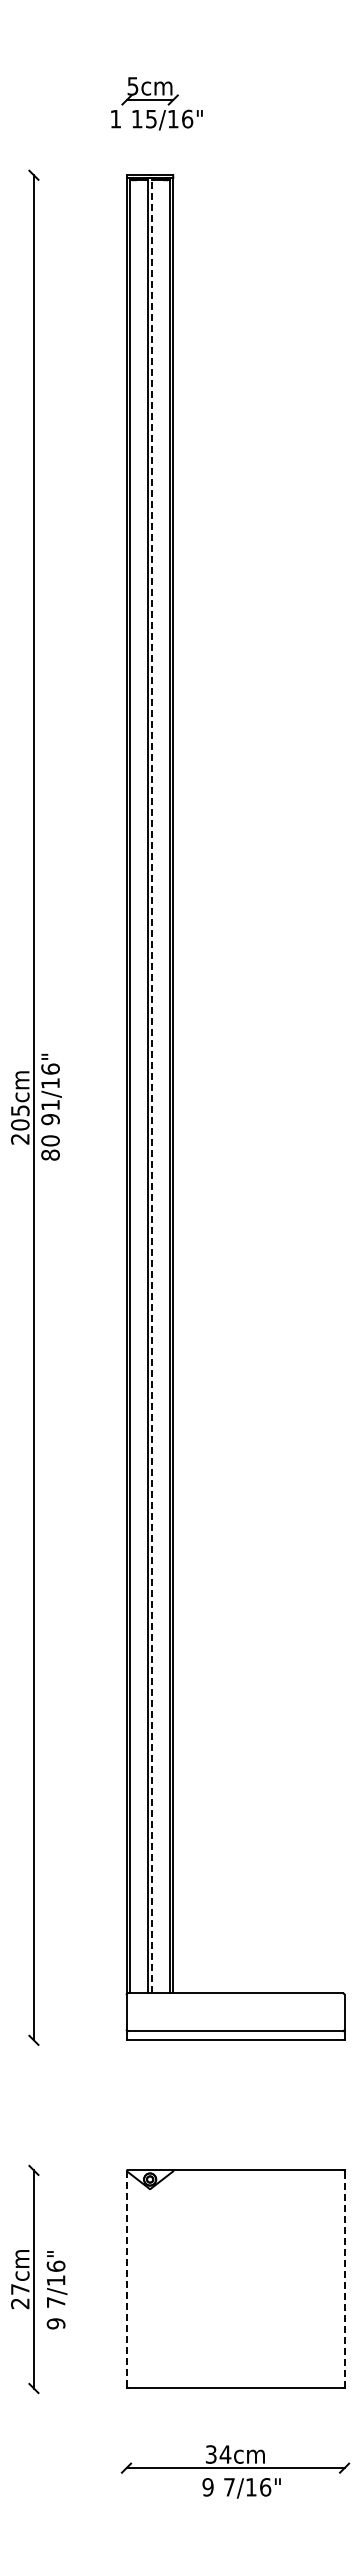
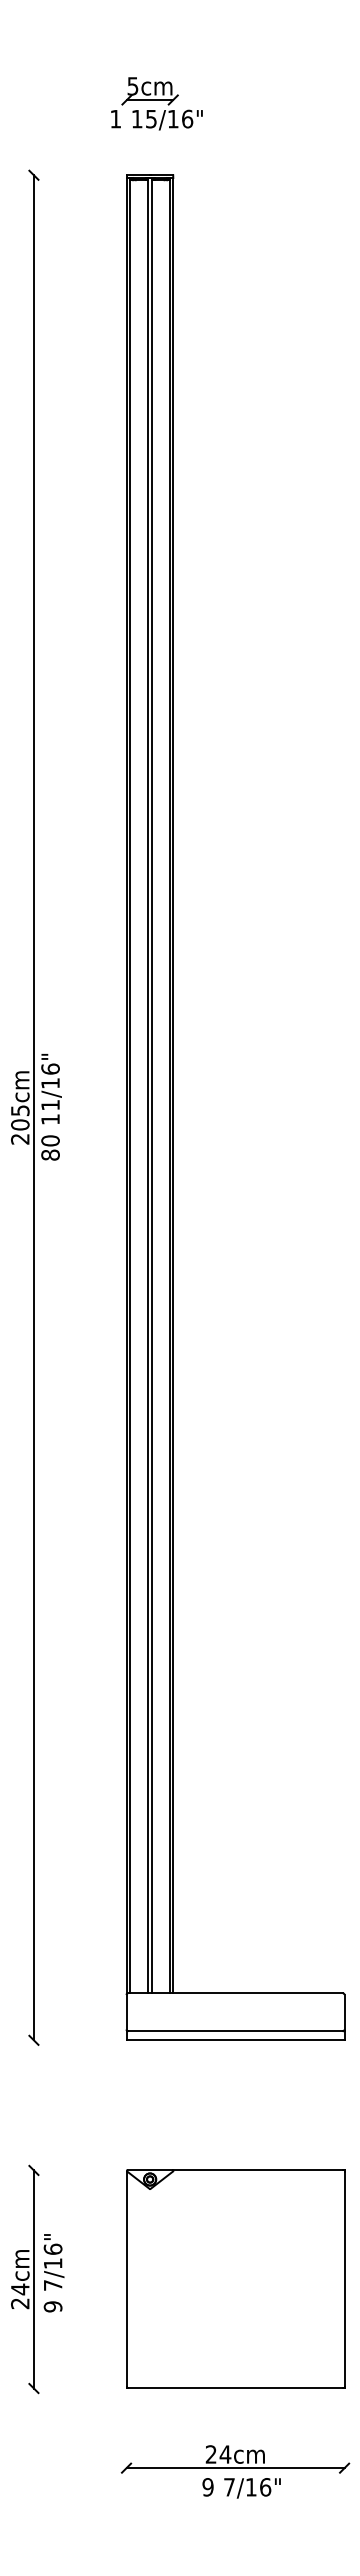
line at (152, 1085): dashed -> solid
text at (50, 1119): 91/16" -> 11/16"
line at (126, 2279): dashed -> solid
line at (344, 2279): dashed -> solid
text at (20, 2289): 27cm -> 24cm
text at (56, 2290) position: (56, 2290) -> (53, 2273)
text at (211, 2454): 34cm -> 24cm
